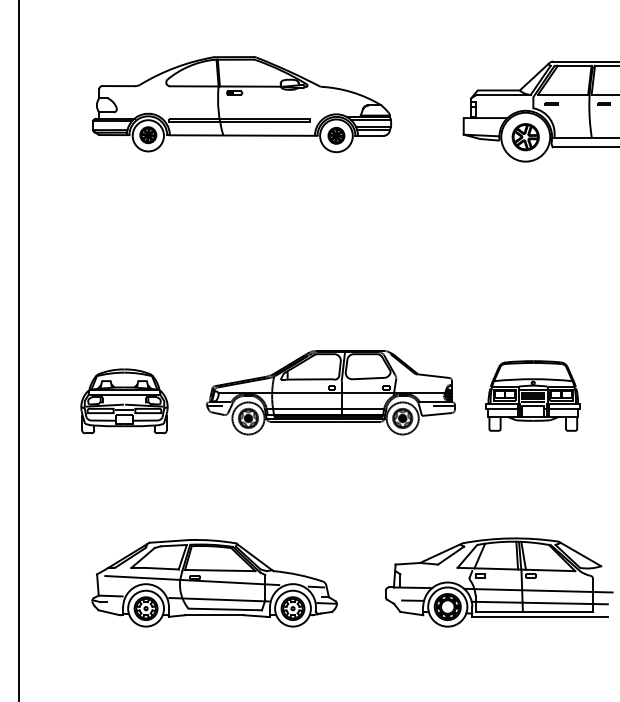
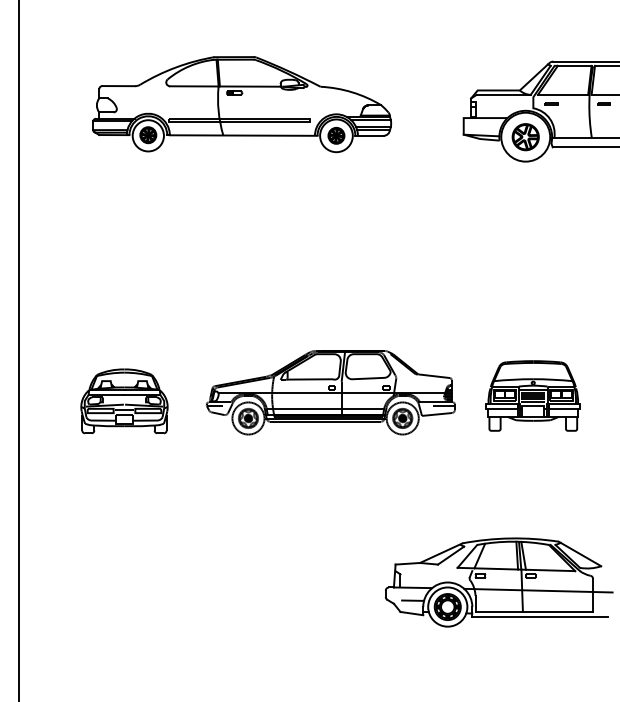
part at (214, 583): present -> none
line at (539, 602): present -> none
